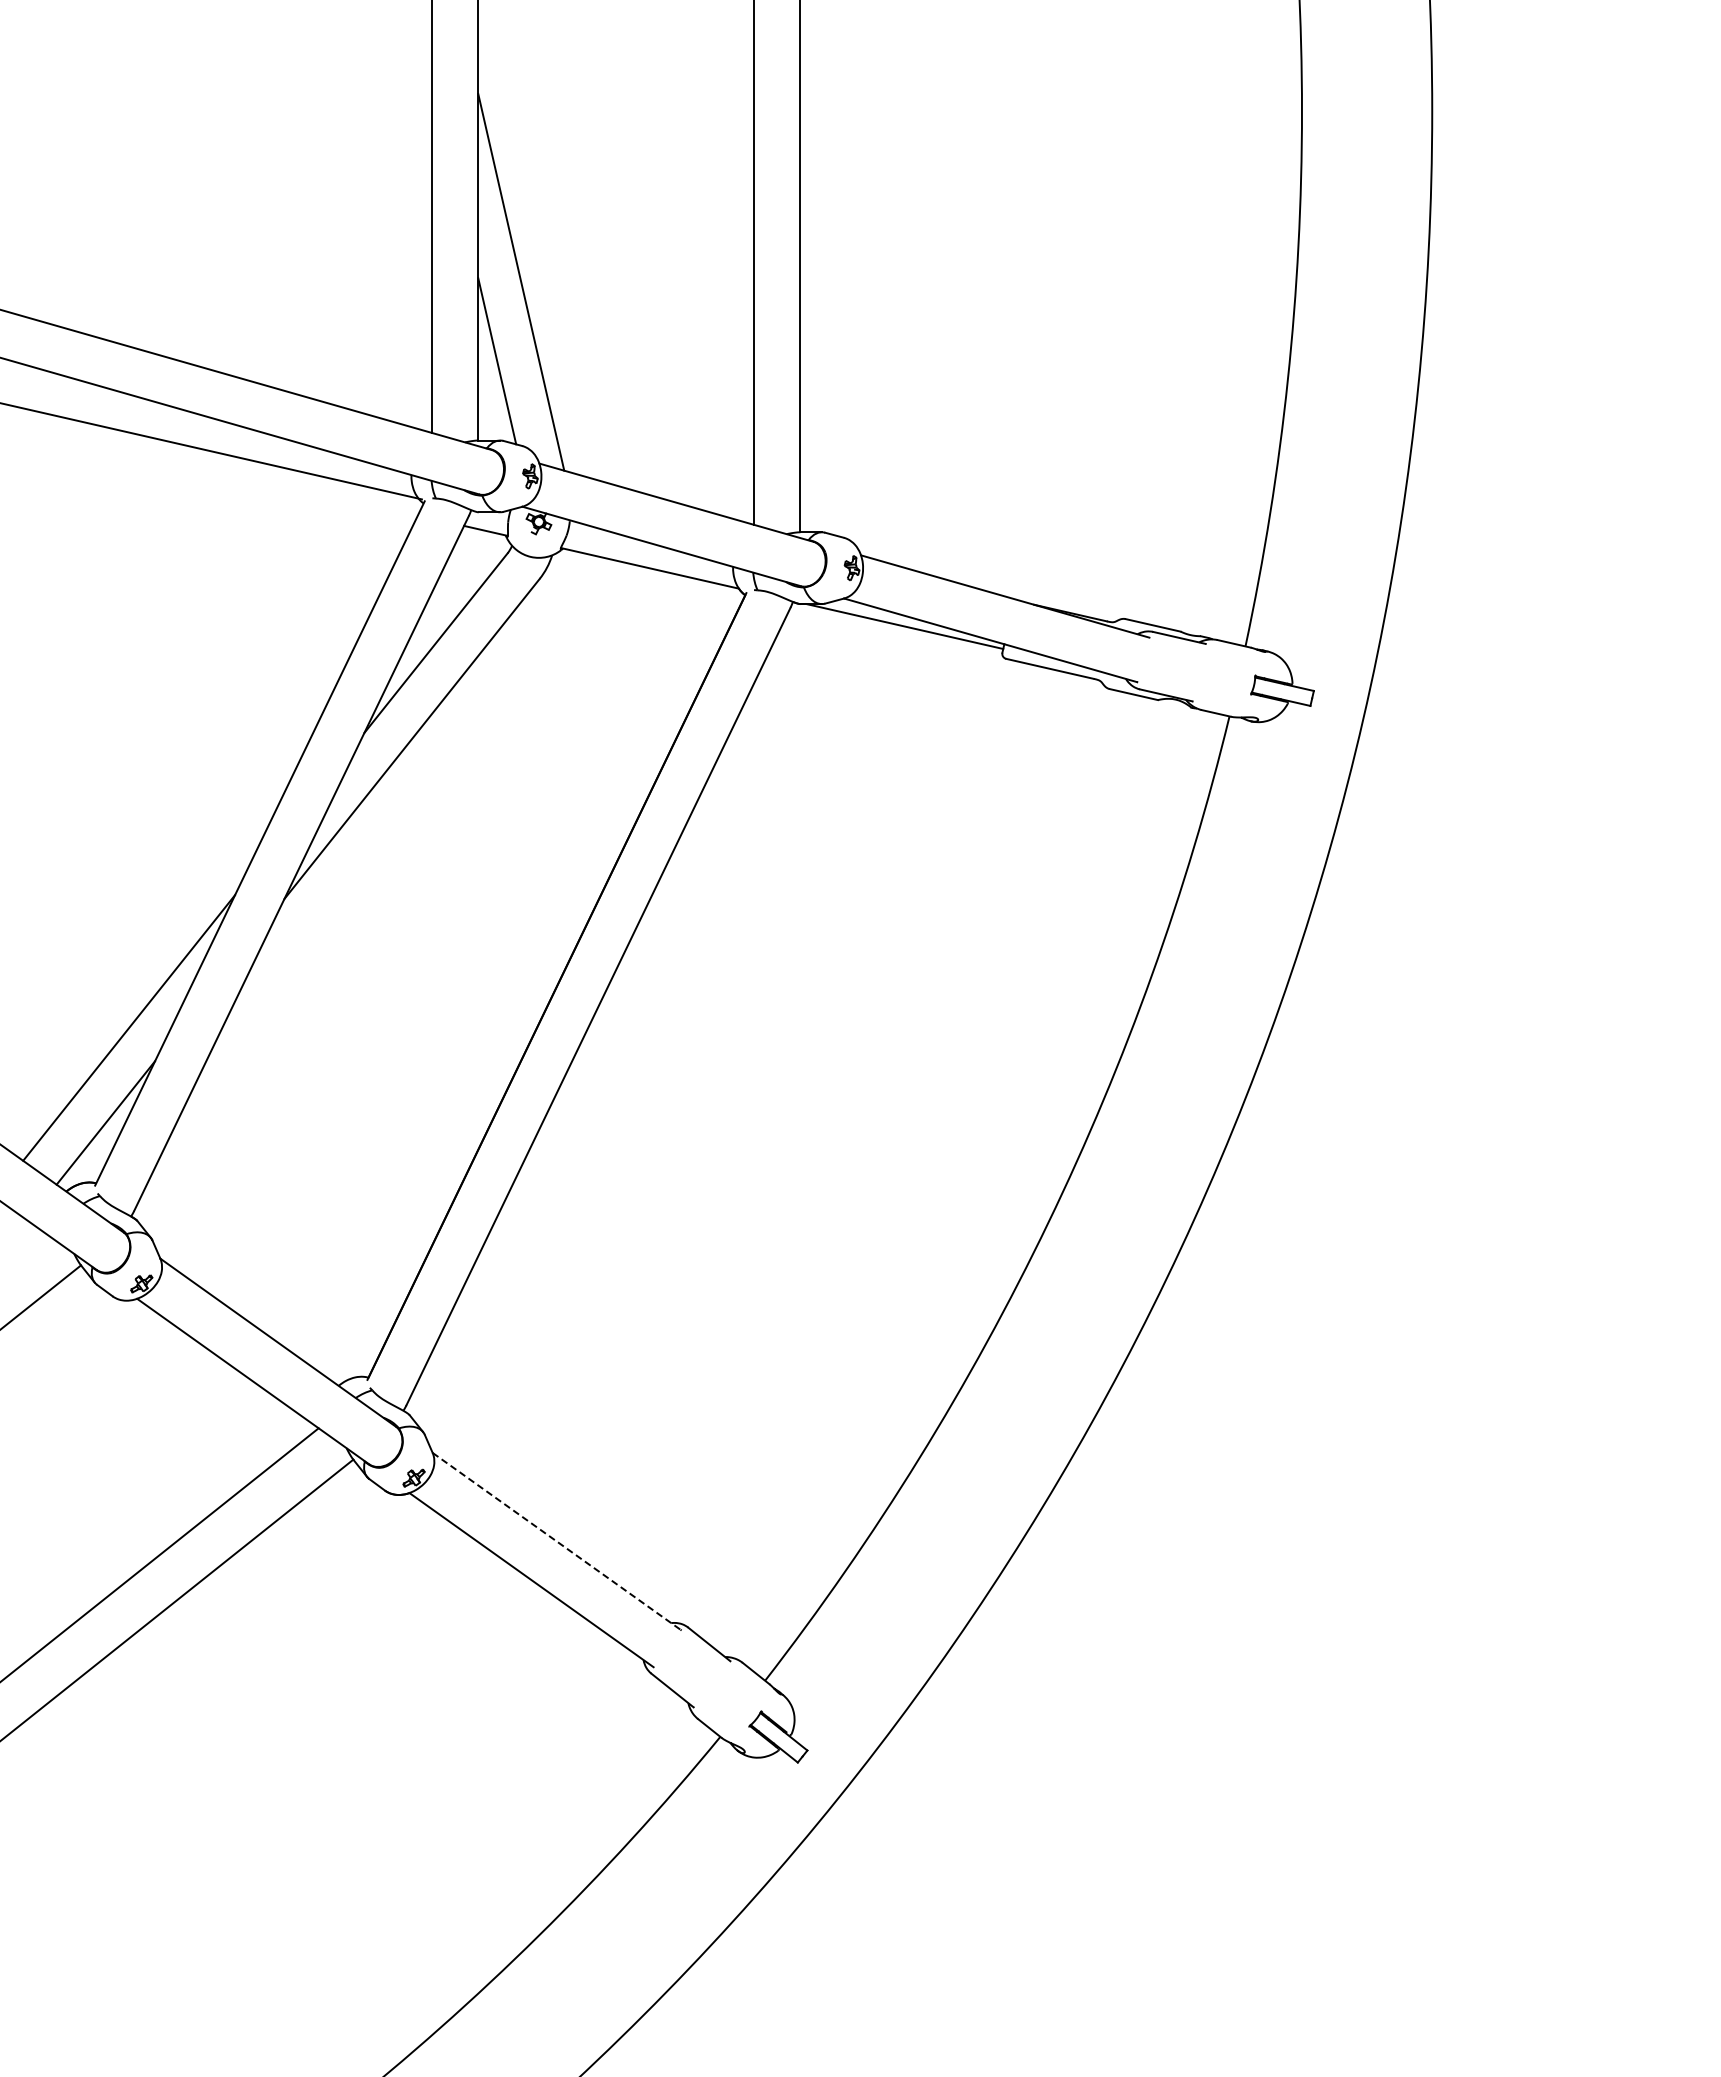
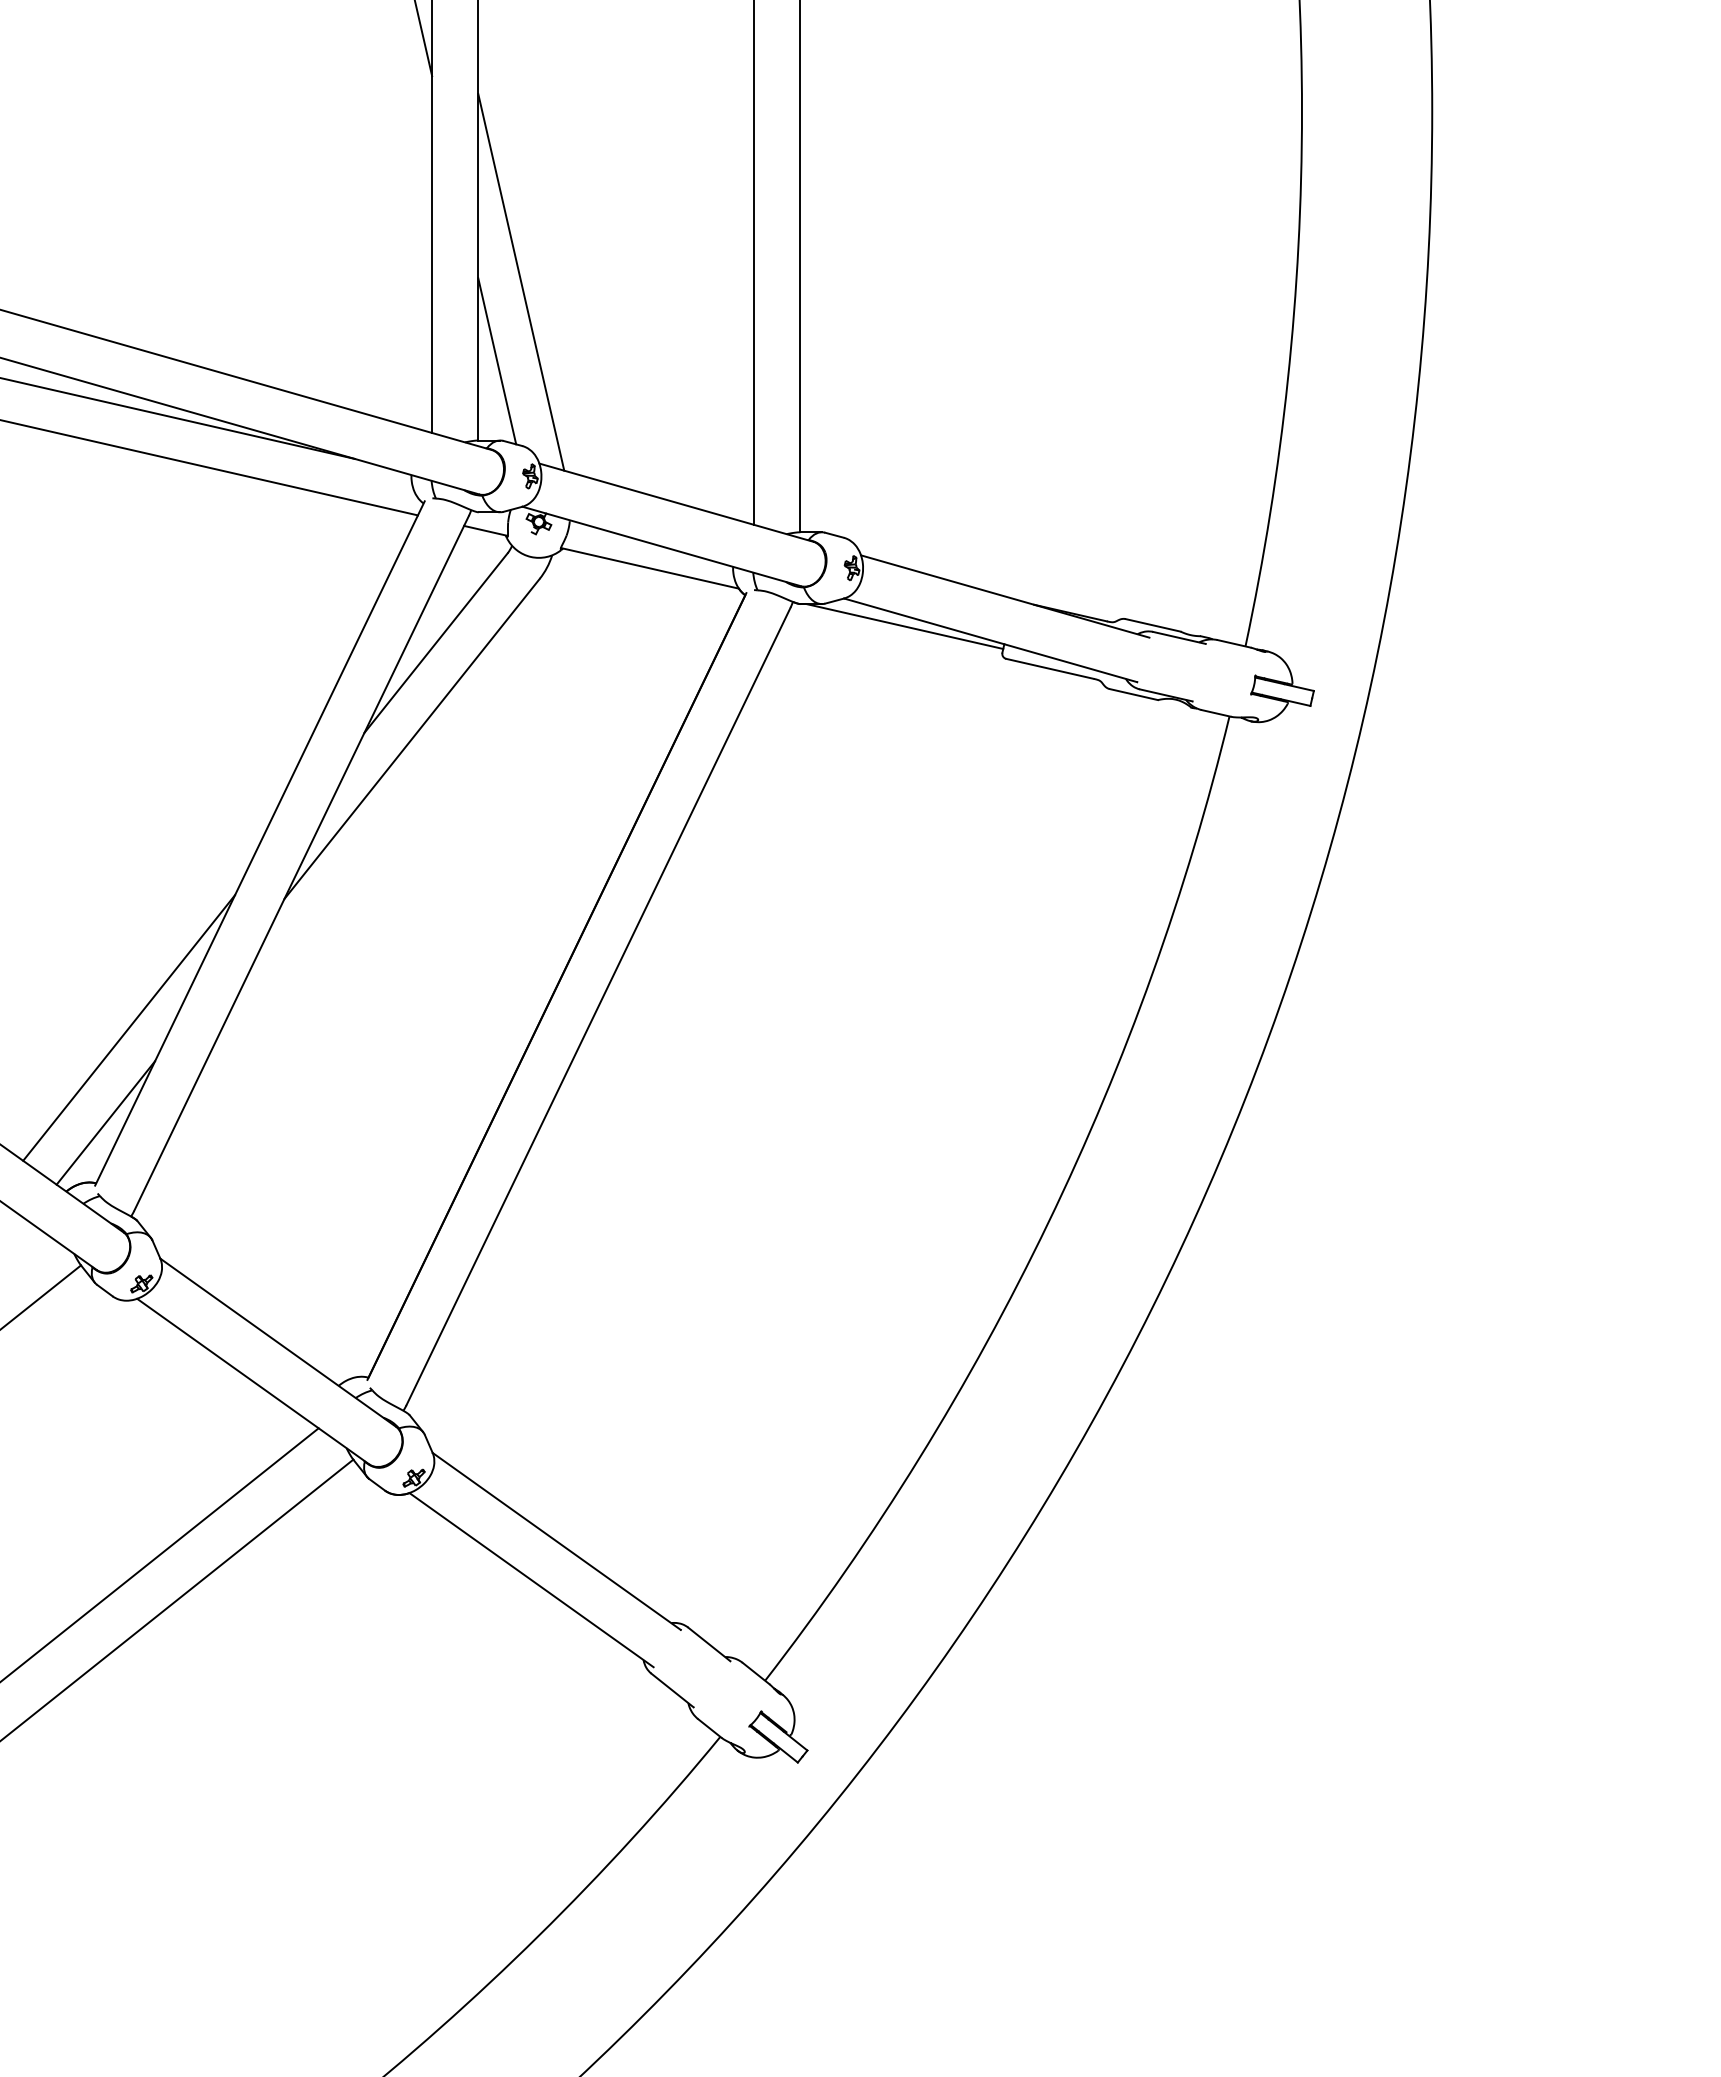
line at (423, 39): none -> present
line at (178, 418): none -> present
line at (211, 451) position: (211, 451) -> (209, 467)
line at (557, 1541): dashed -> solid
